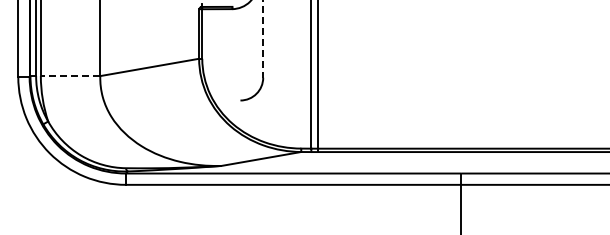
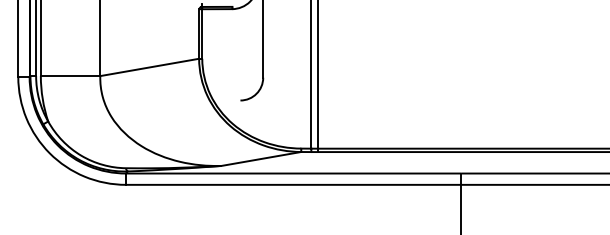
line at (263, 39): dashed -> solid
line at (70, 76): dashed -> solid
